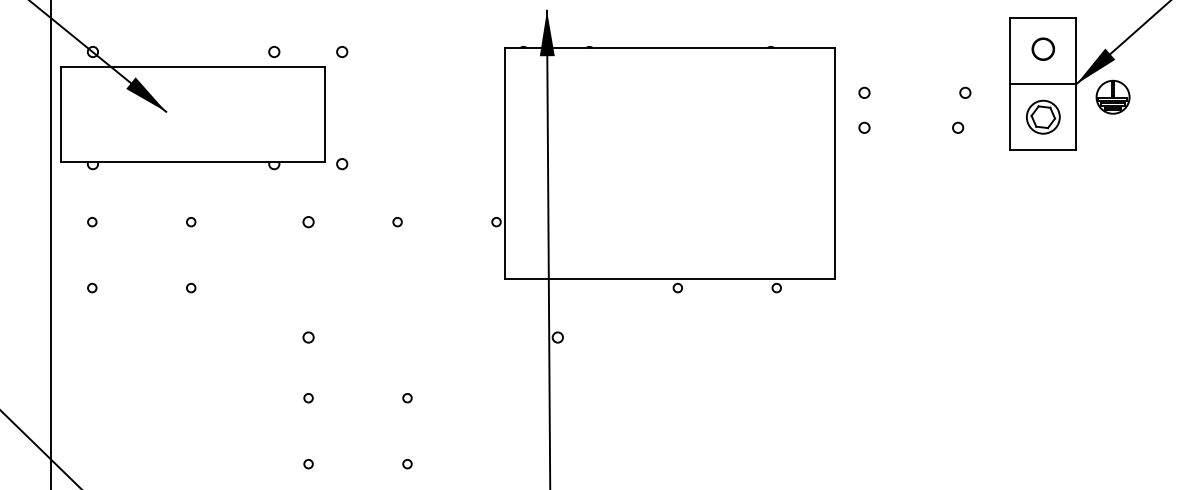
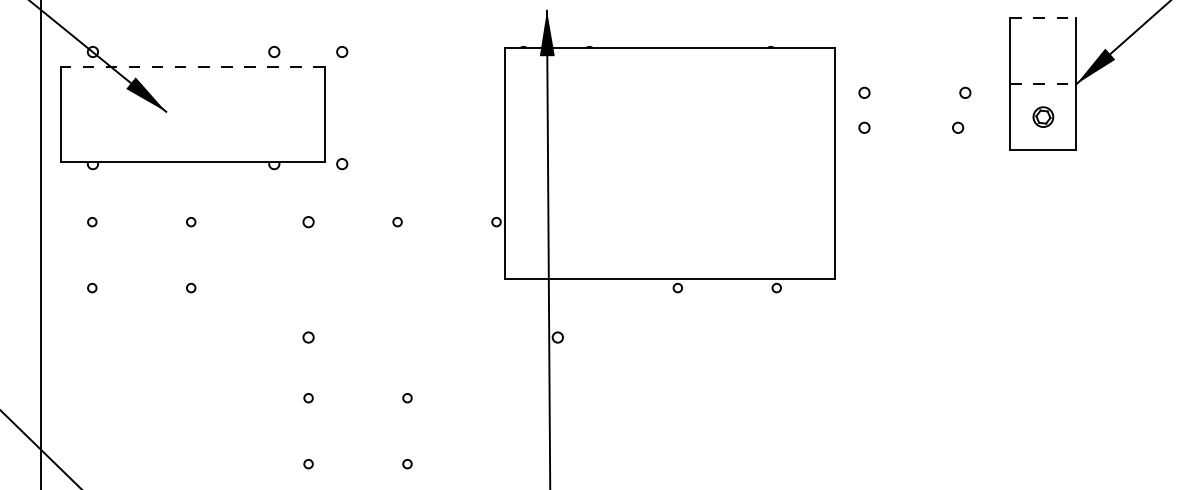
line at (1043, 18): solid -> dashed
circle at (1042, 48): present -> none
line at (193, 67): solid -> dashed
line at (1043, 84): solid -> dashed
part at (1112, 96): present -> none
part at (1043, 116) size: 35x36 px -> 23x22 px
line at (51, 244) position: (51, 244) -> (41, 244)
